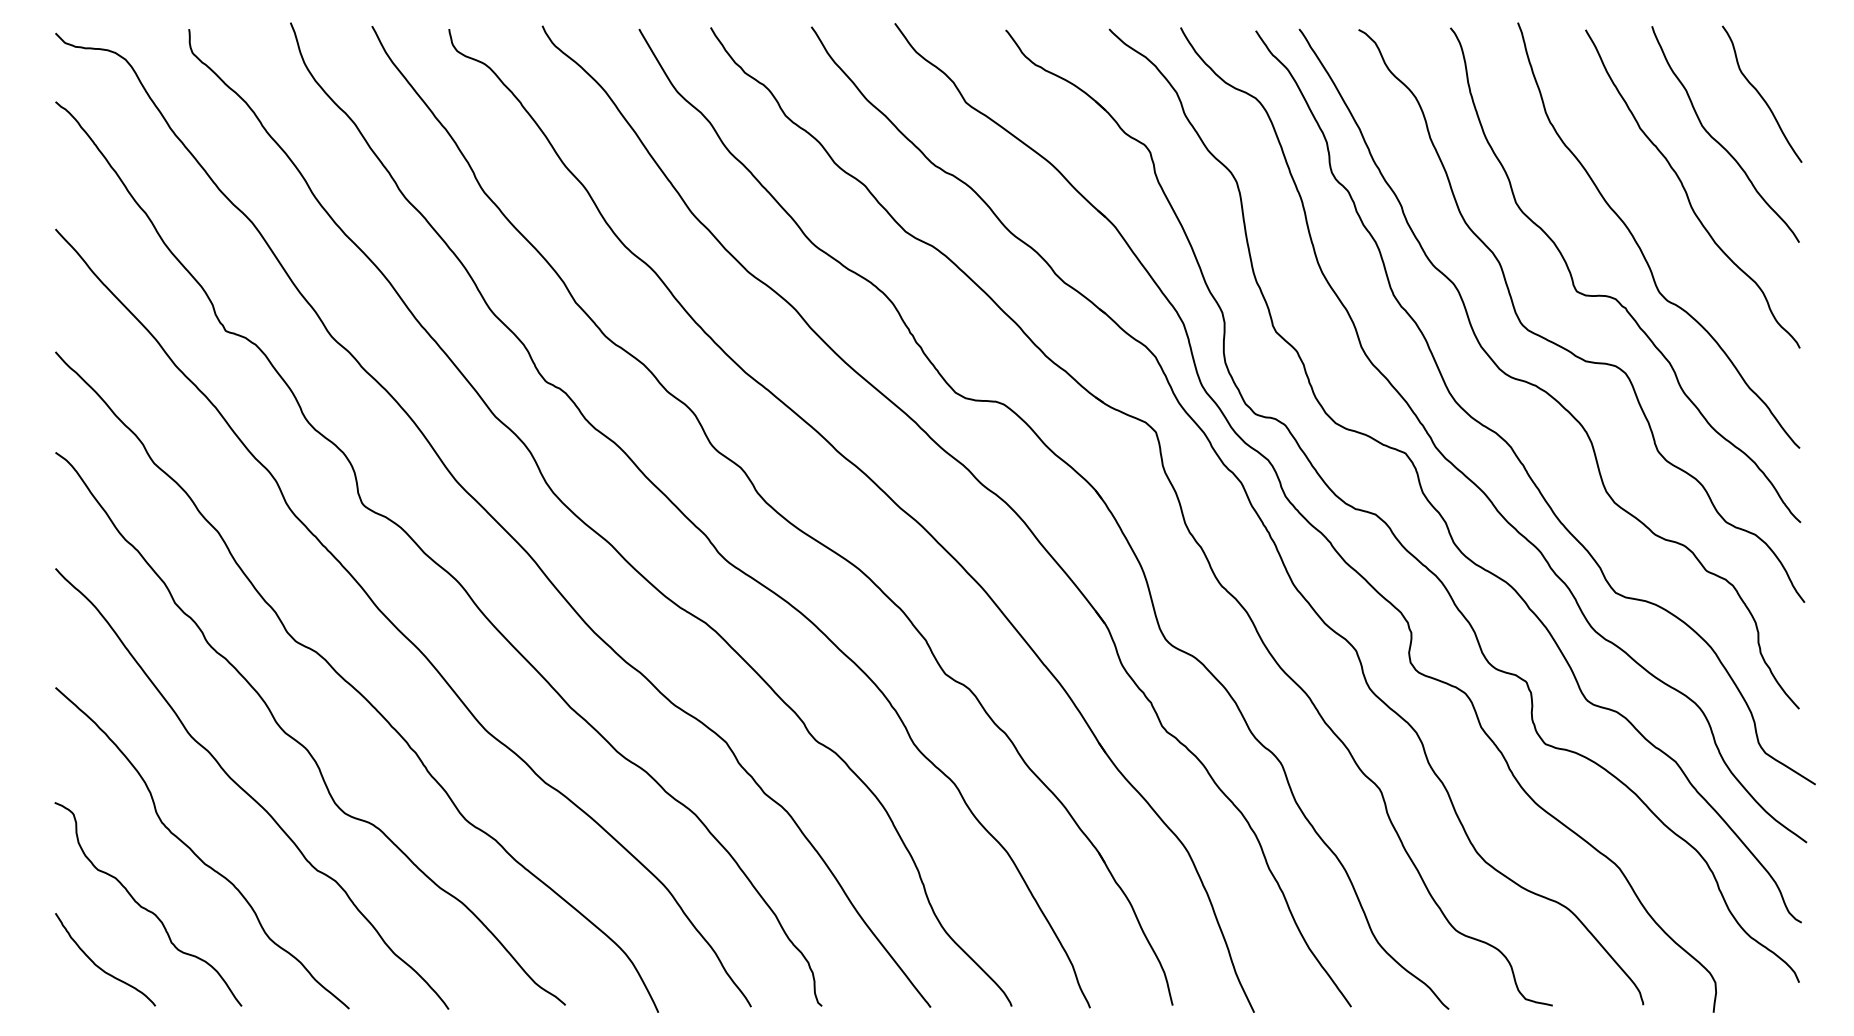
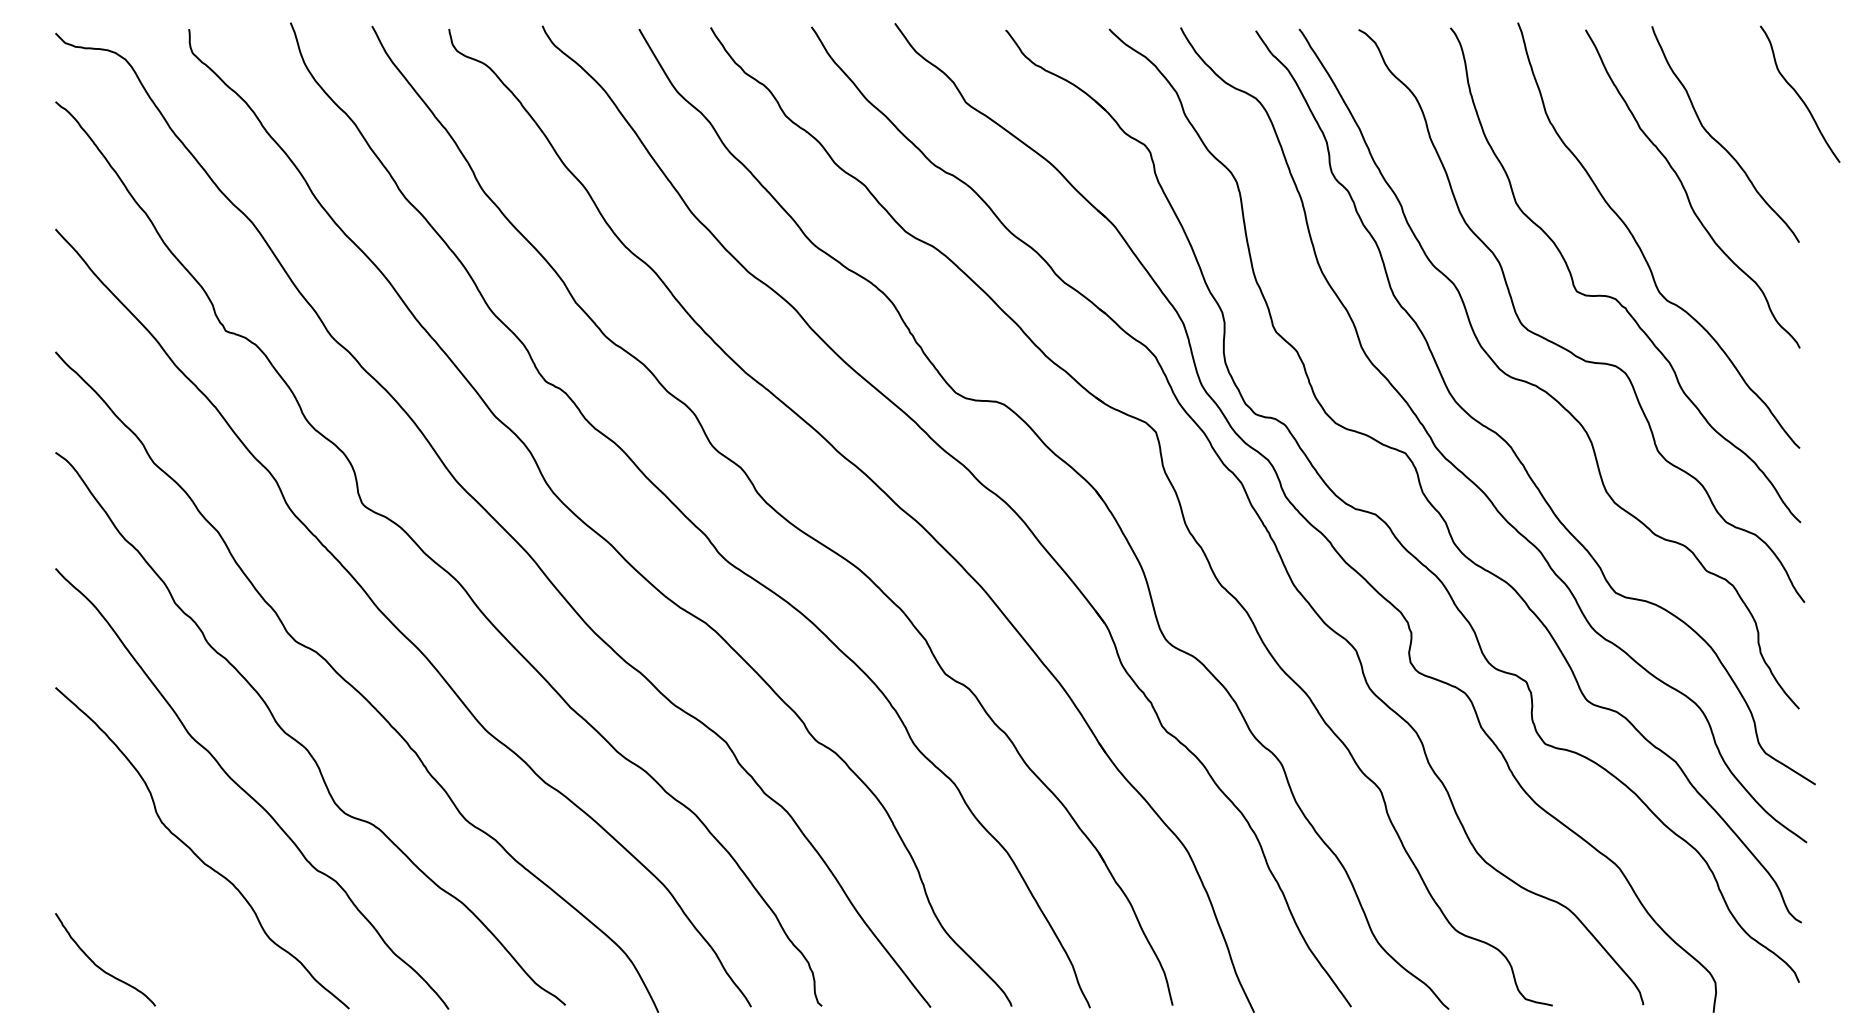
curve at (1760, 93) position: (1760, 93) -> (1798, 93)
curve at (145, 907): present -> none
